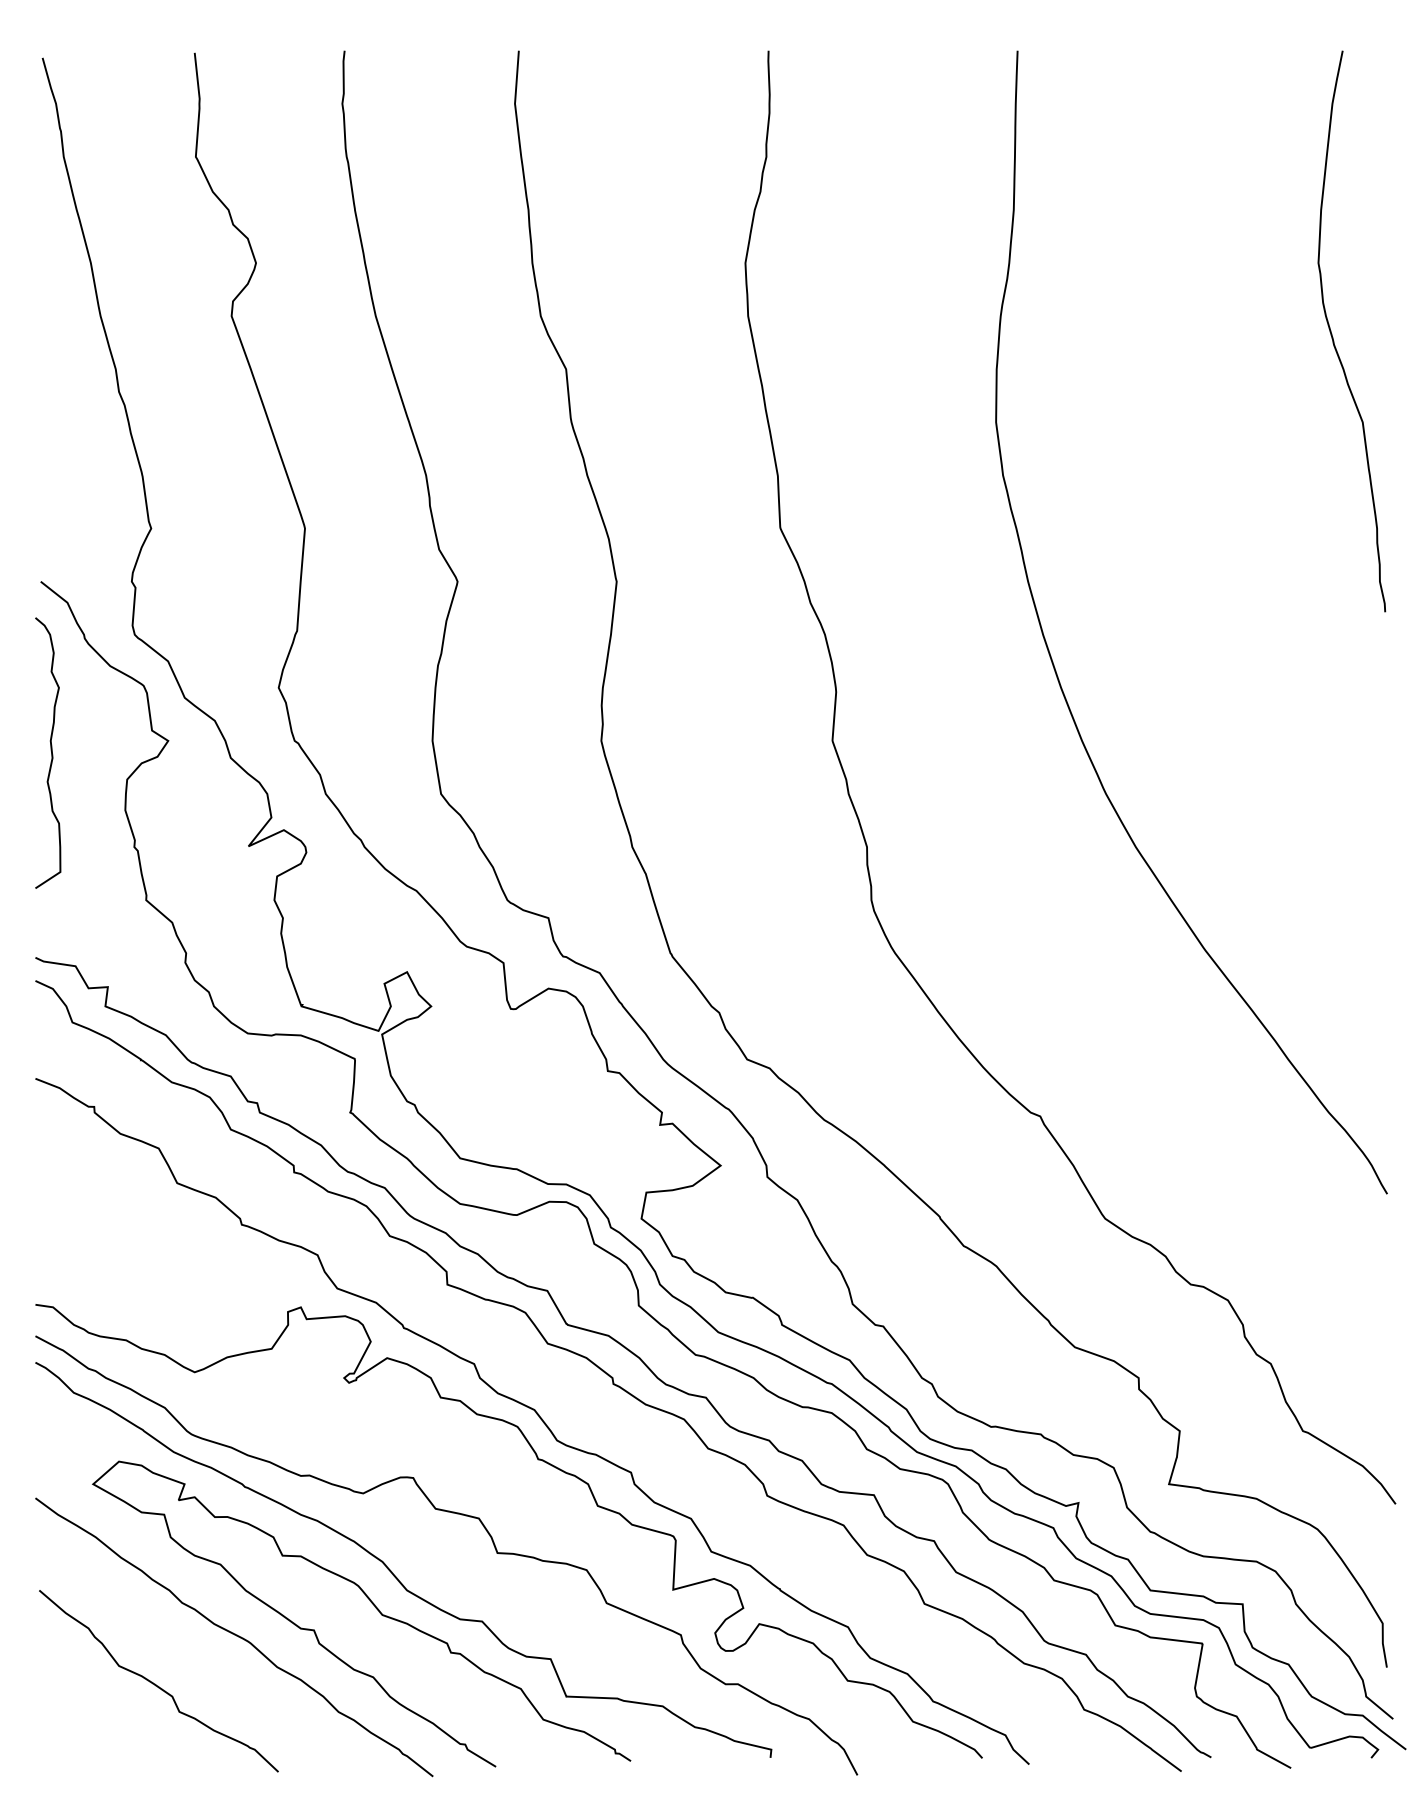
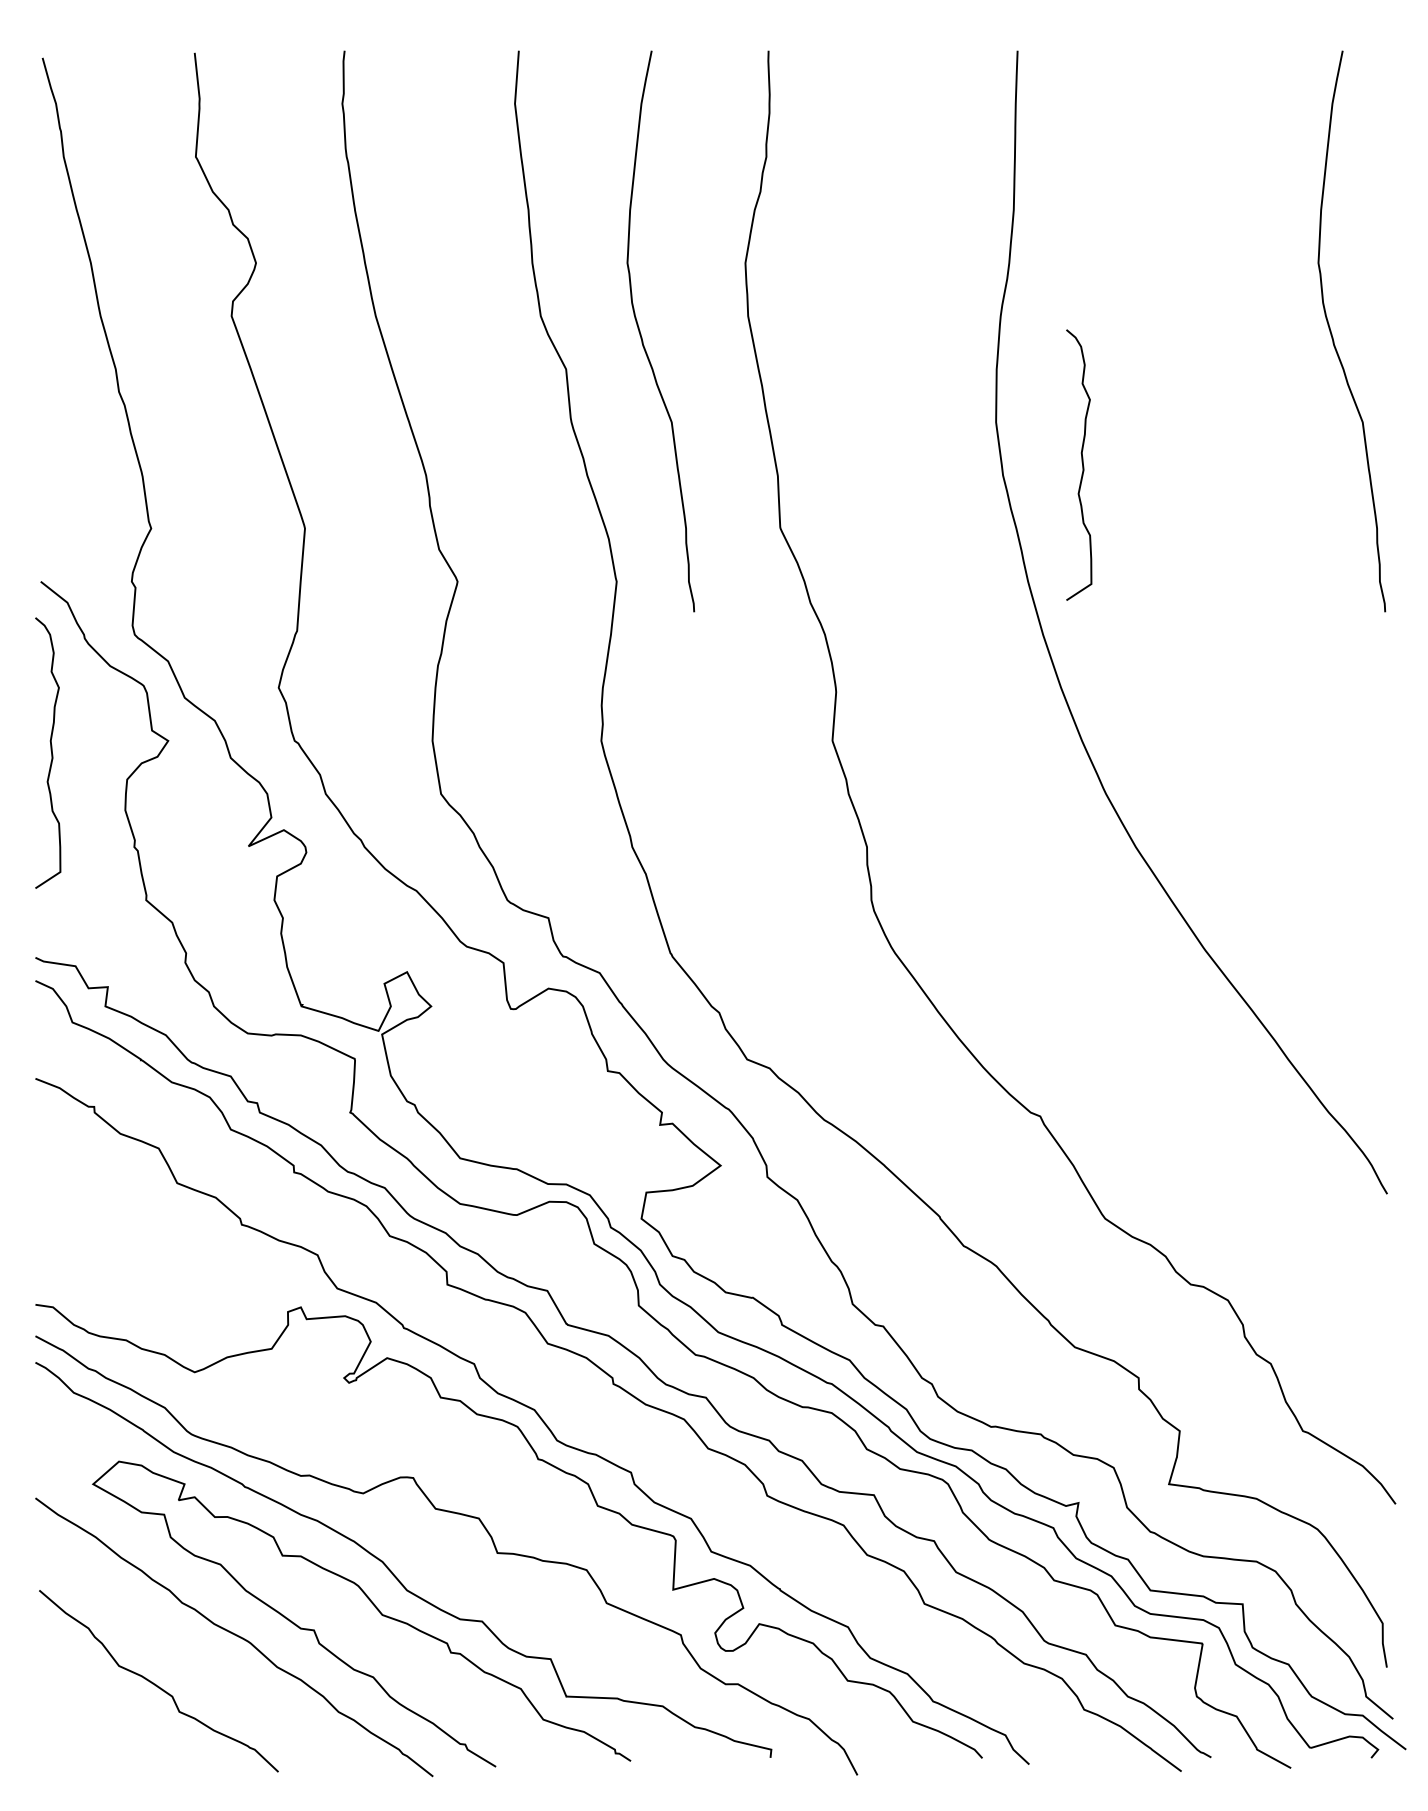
curve at (642, 337): none -> present
curve at (1081, 462): none -> present
